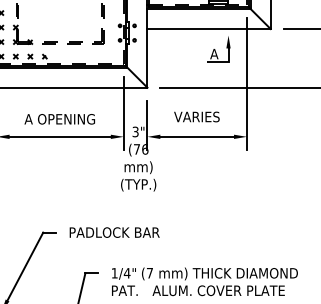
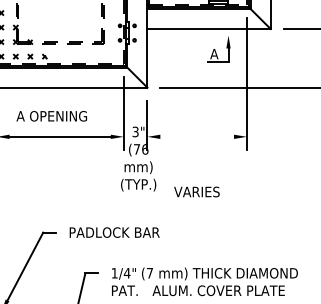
text at (196, 116) position: (196, 116) -> (196, 191)
text at (59, 119) position: (59, 119) -> (51, 116)
line at (197, 136): present -> none
